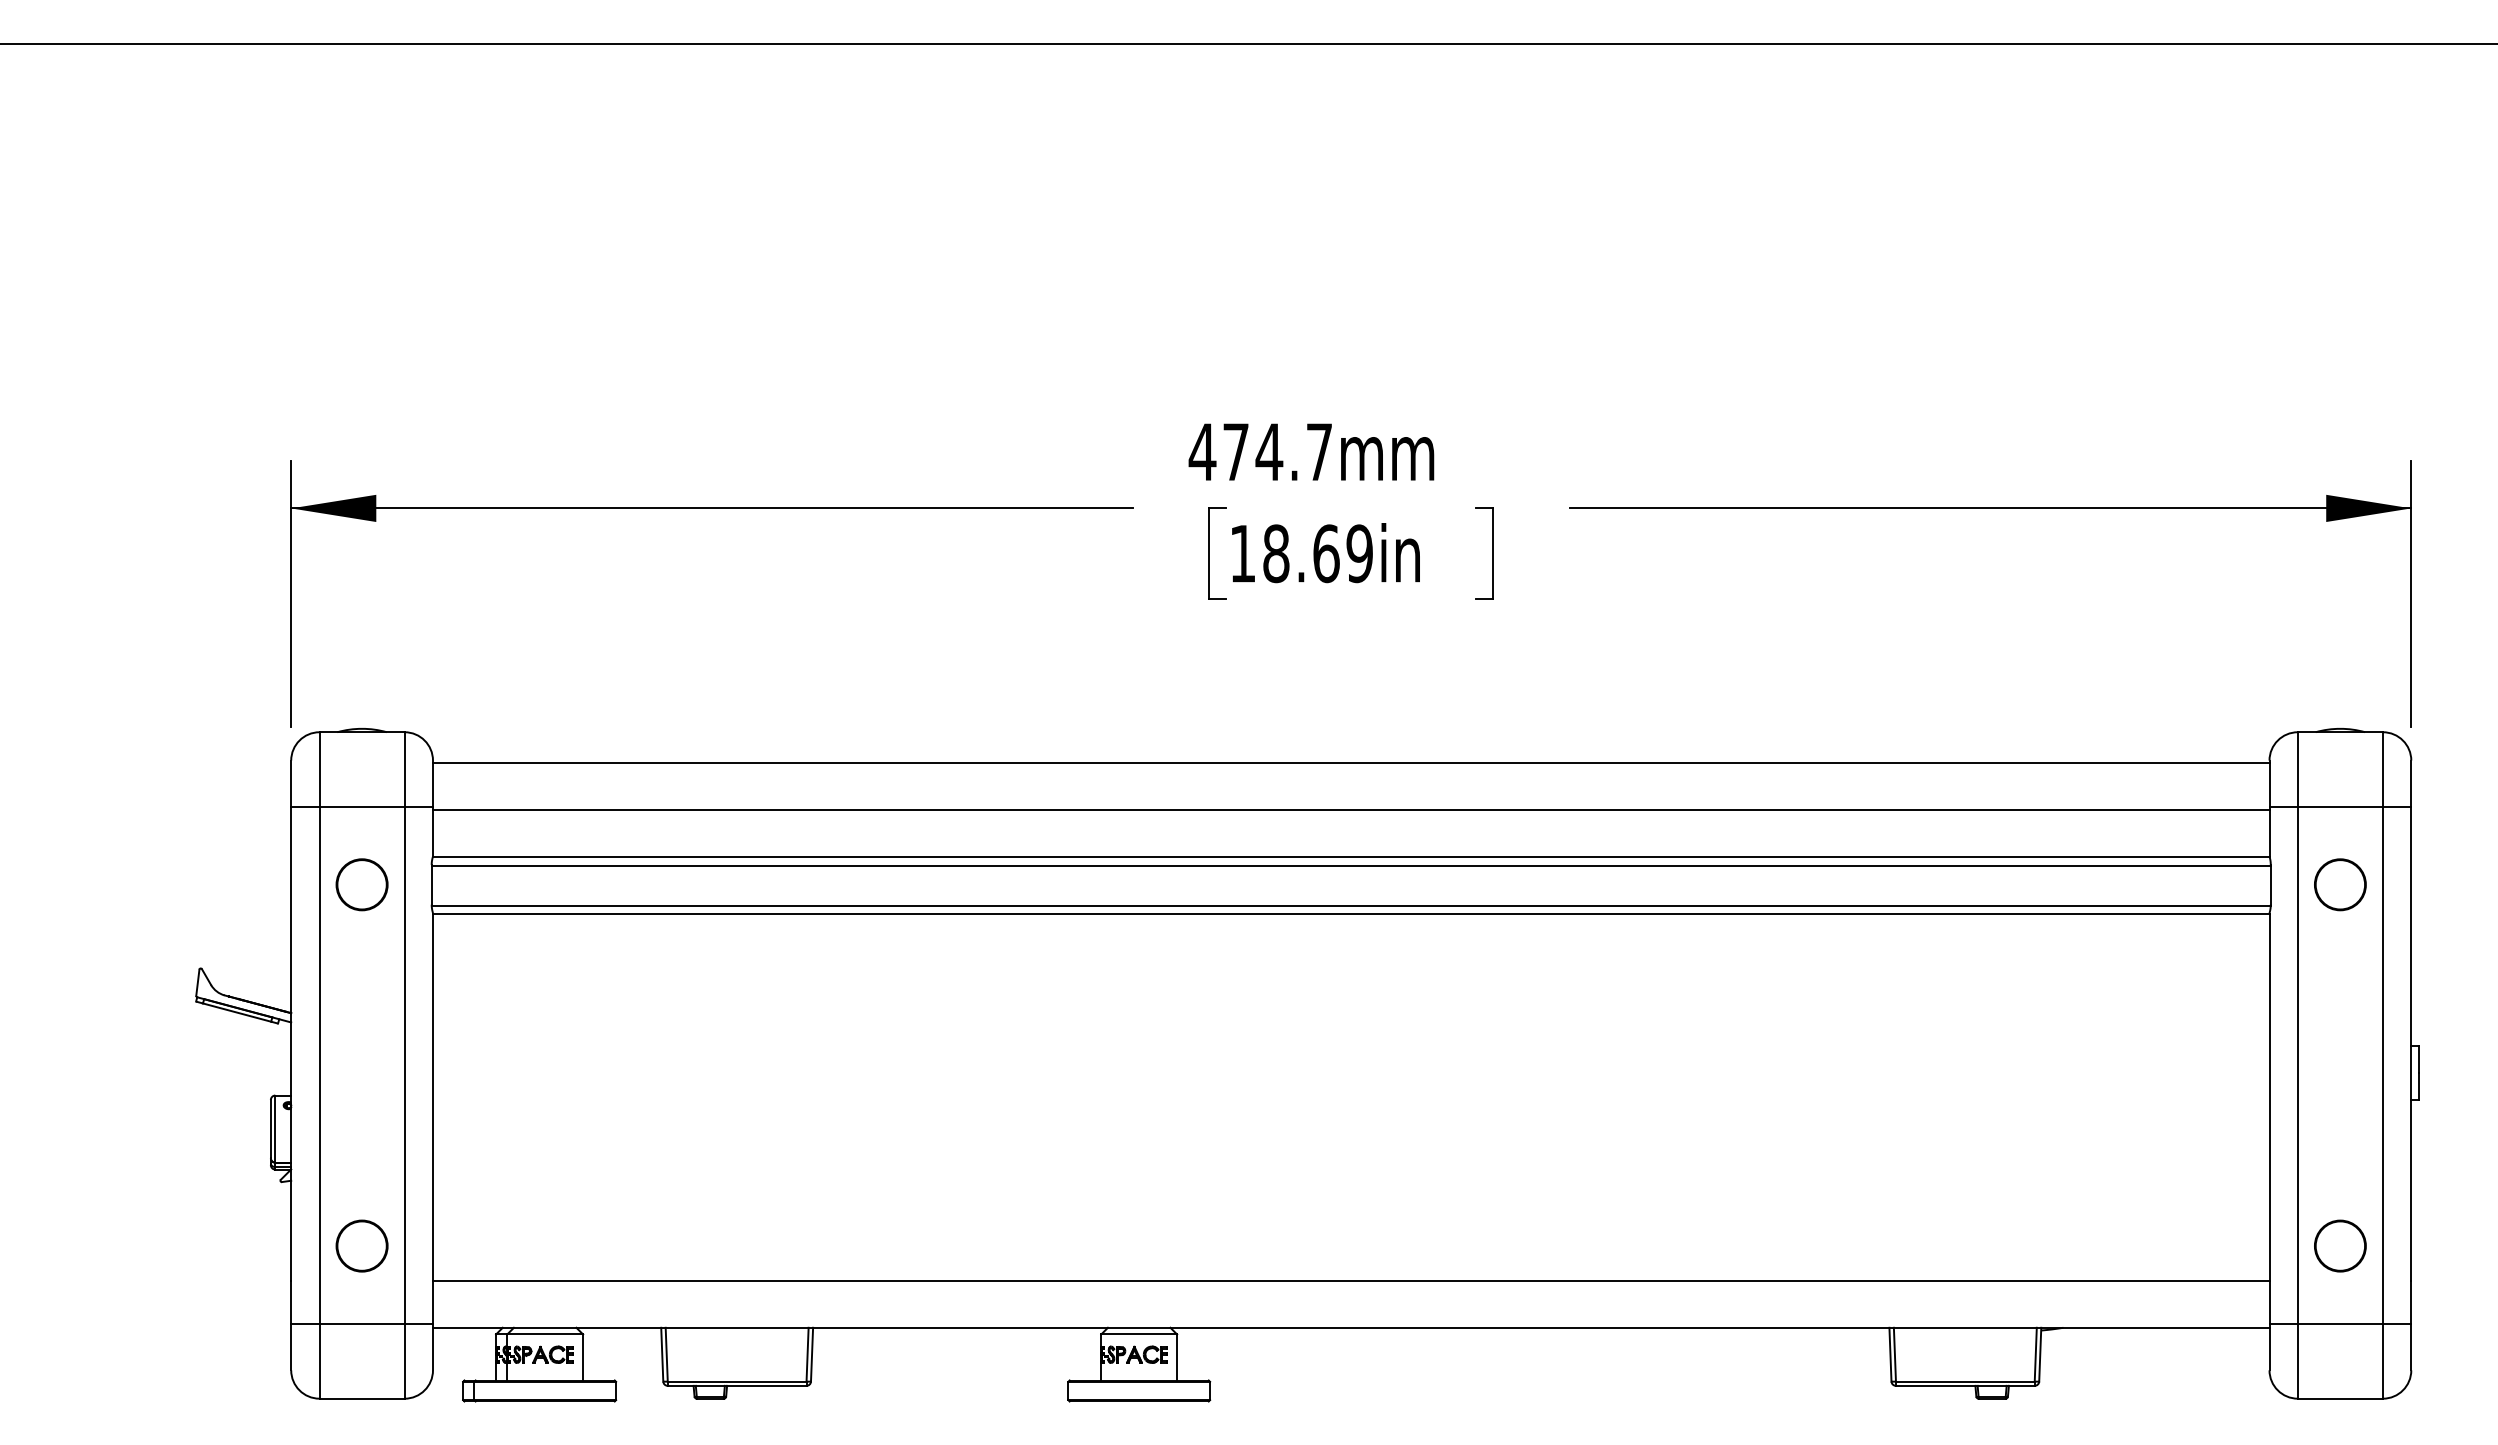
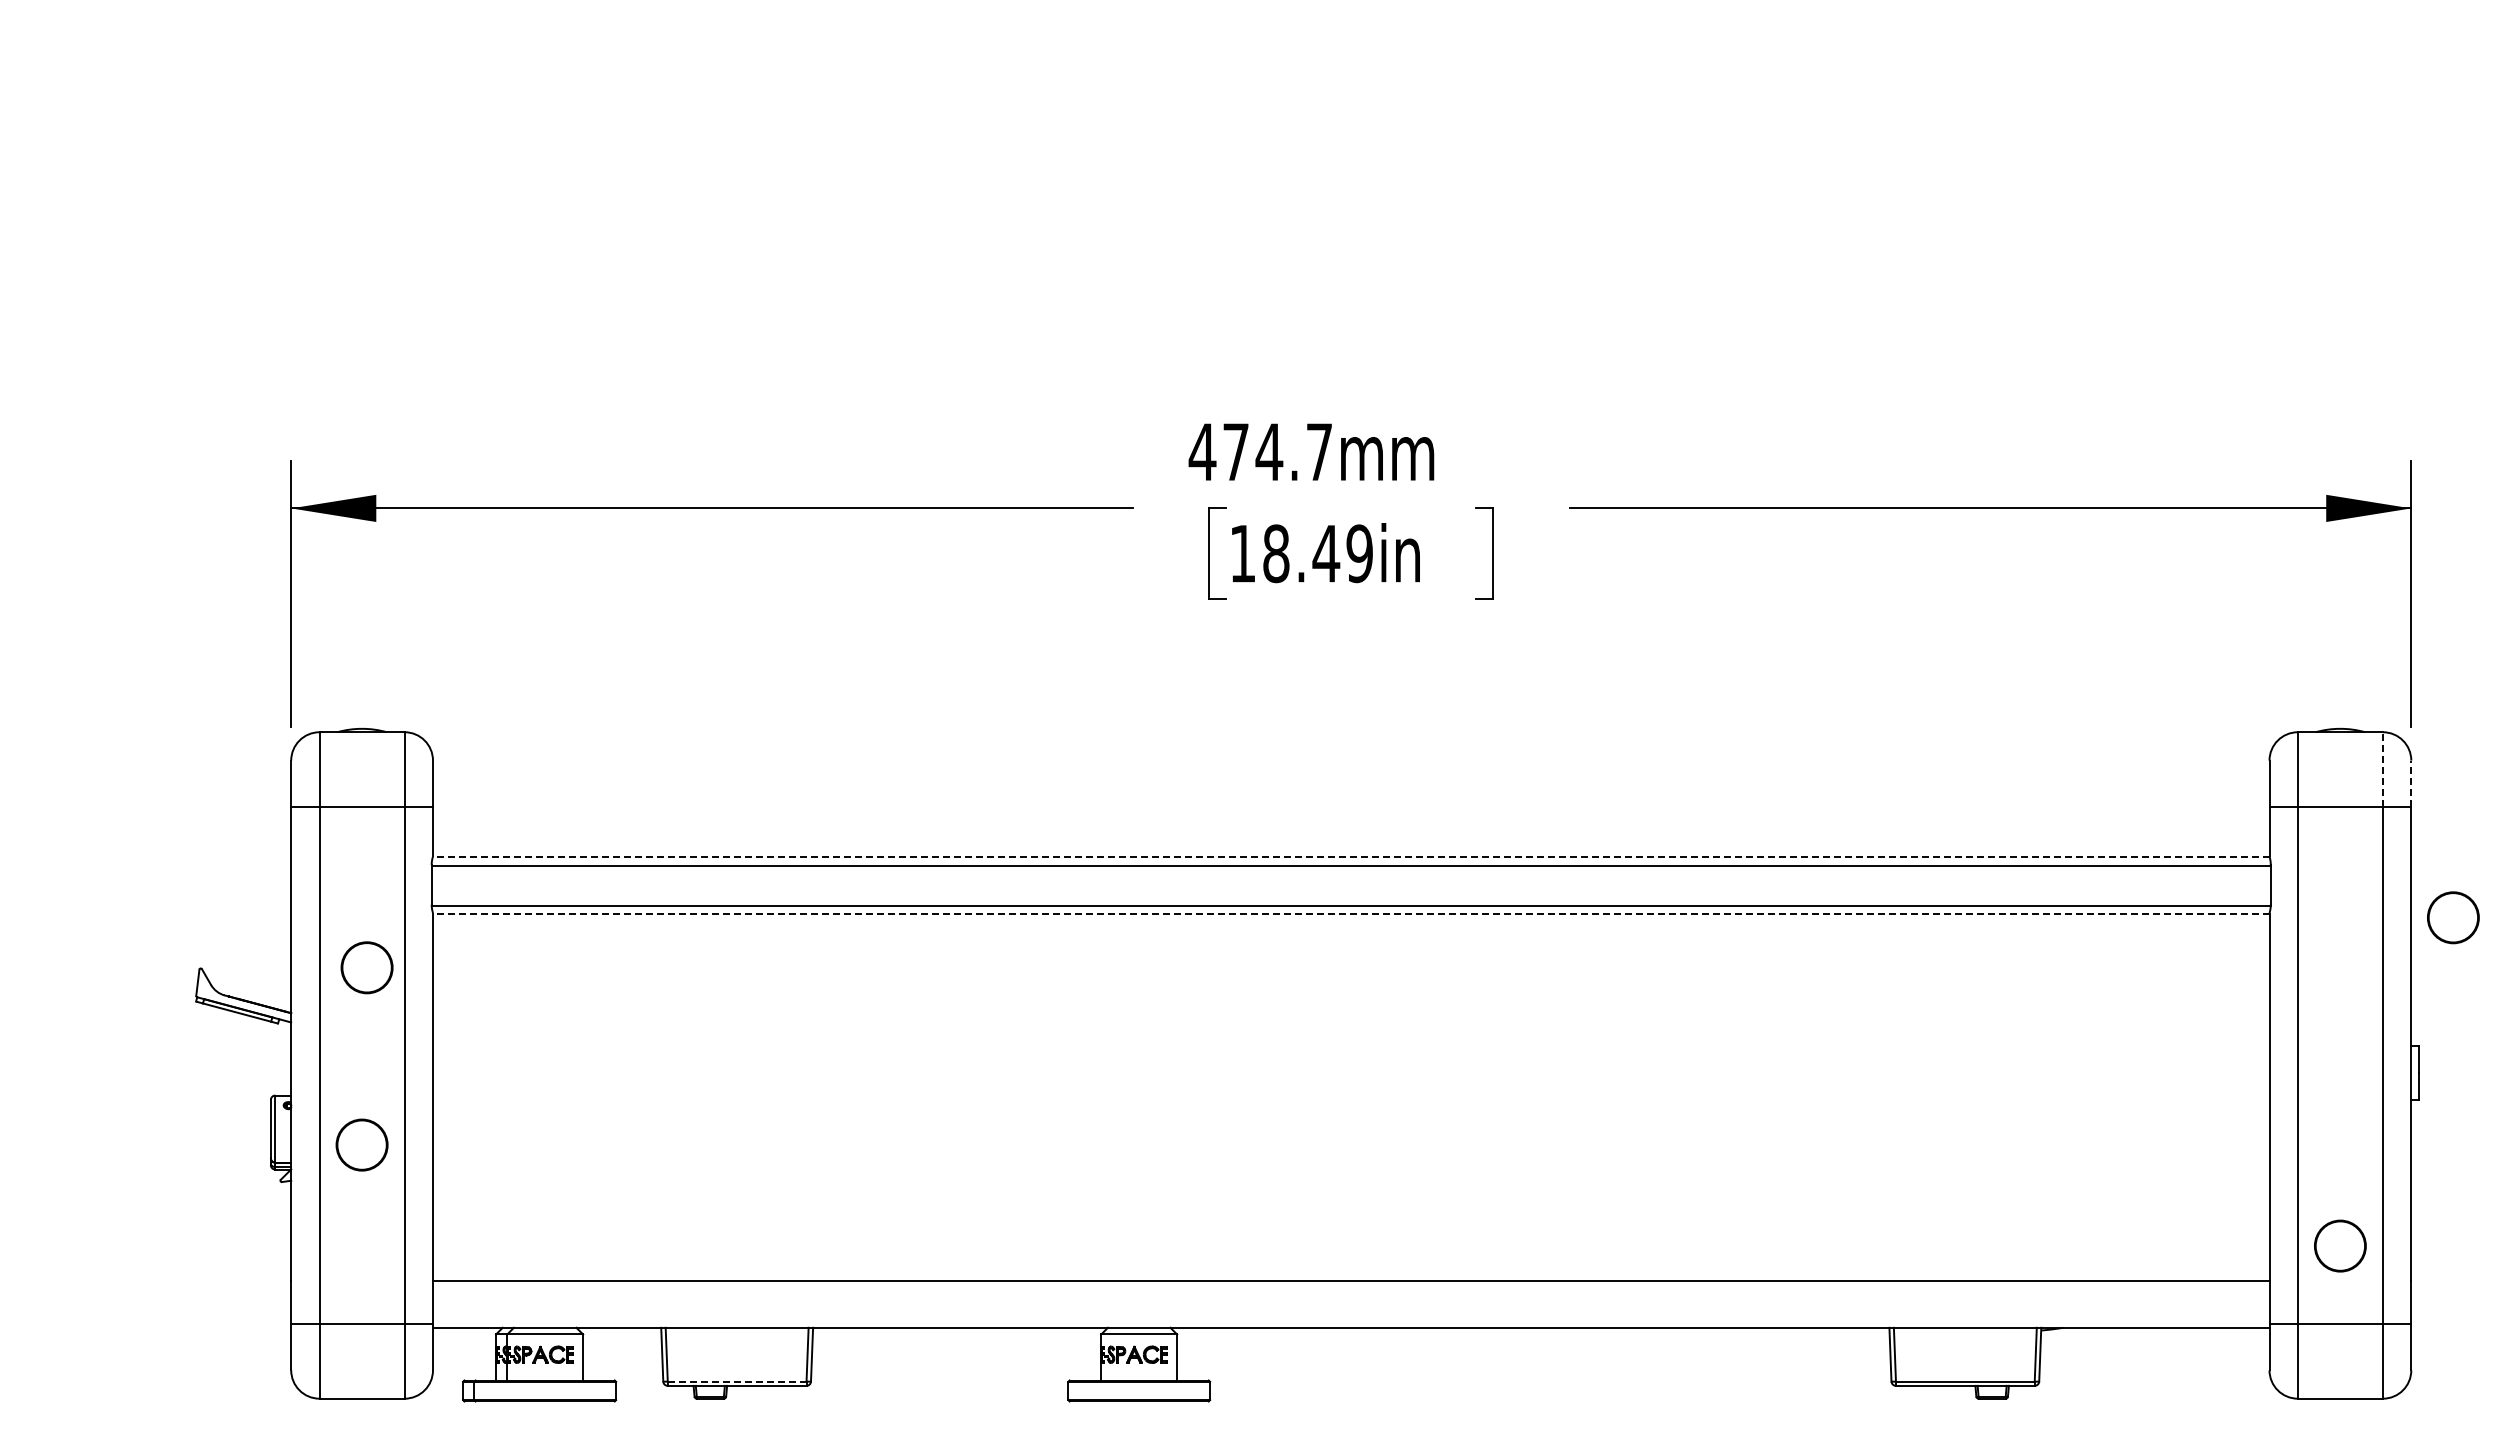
line at (1248, 43): present -> none
text at (1326, 553): 18.69in -> 18.49in
line at (1351, 763): present -> none
line at (2382, 769): solid -> dashed
line at (2411, 783): solid -> dashed
line at (1351, 809): present -> none
line at (1350, 857): solid -> dashed
circle at (361, 884) position: (361, 884) -> (366, 967)
circle at (2340, 884) position: (2340, 884) -> (2453, 917)
line at (1350, 914): solid -> dashed
circle at (361, 1245) position: (361, 1245) -> (361, 1144)
line at (737, 1381): solid -> dashed
